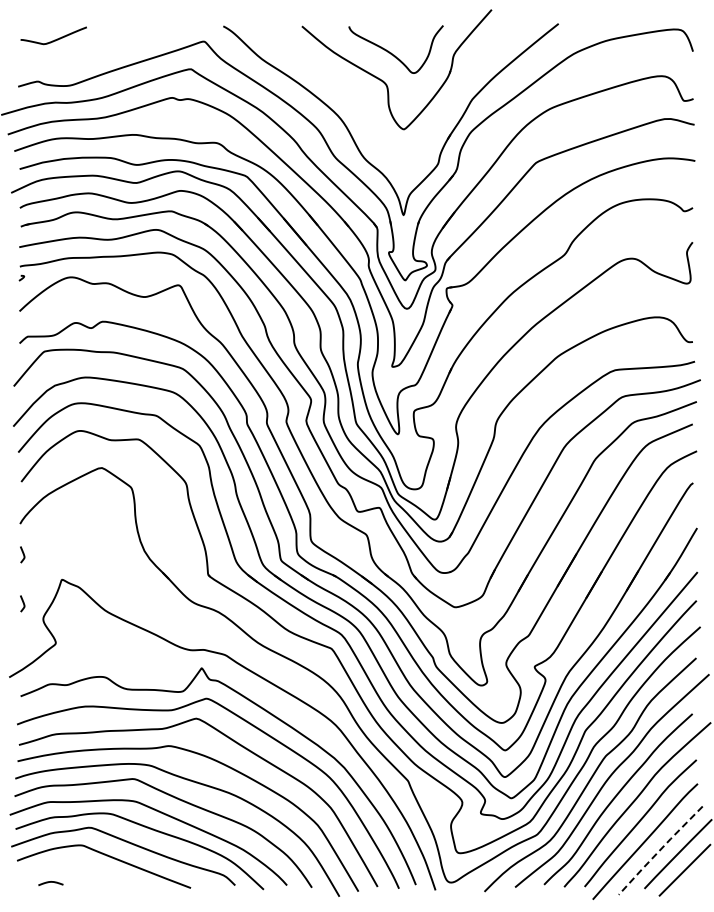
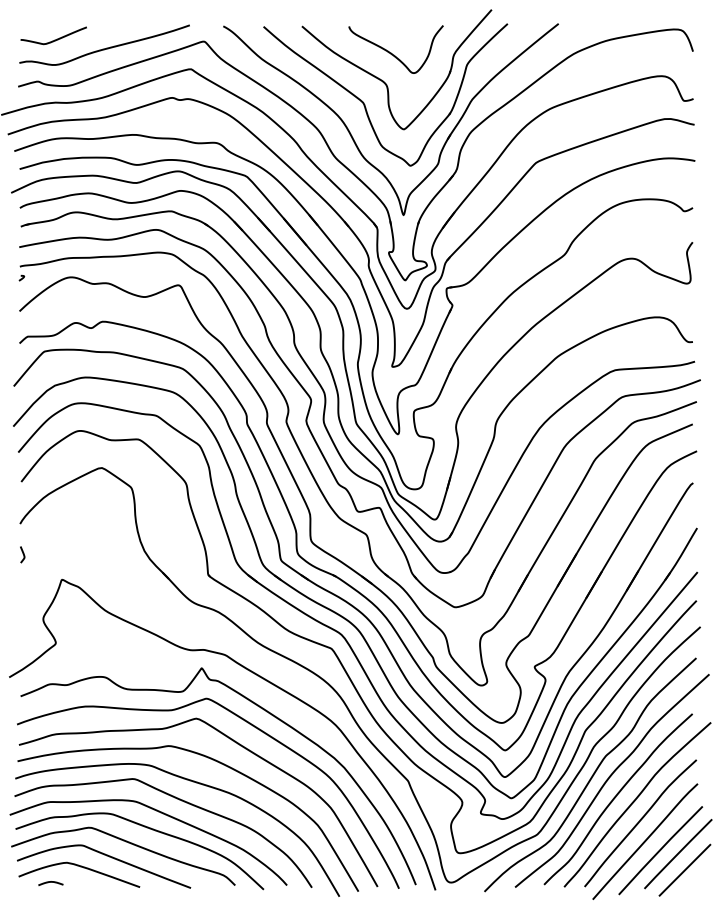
curve at (106, 47): none -> present
part at (365, 104): none -> present
curve at (22, 603): present -> none
line at (659, 850): dashed -> solid
curve at (80, 867): none -> present
